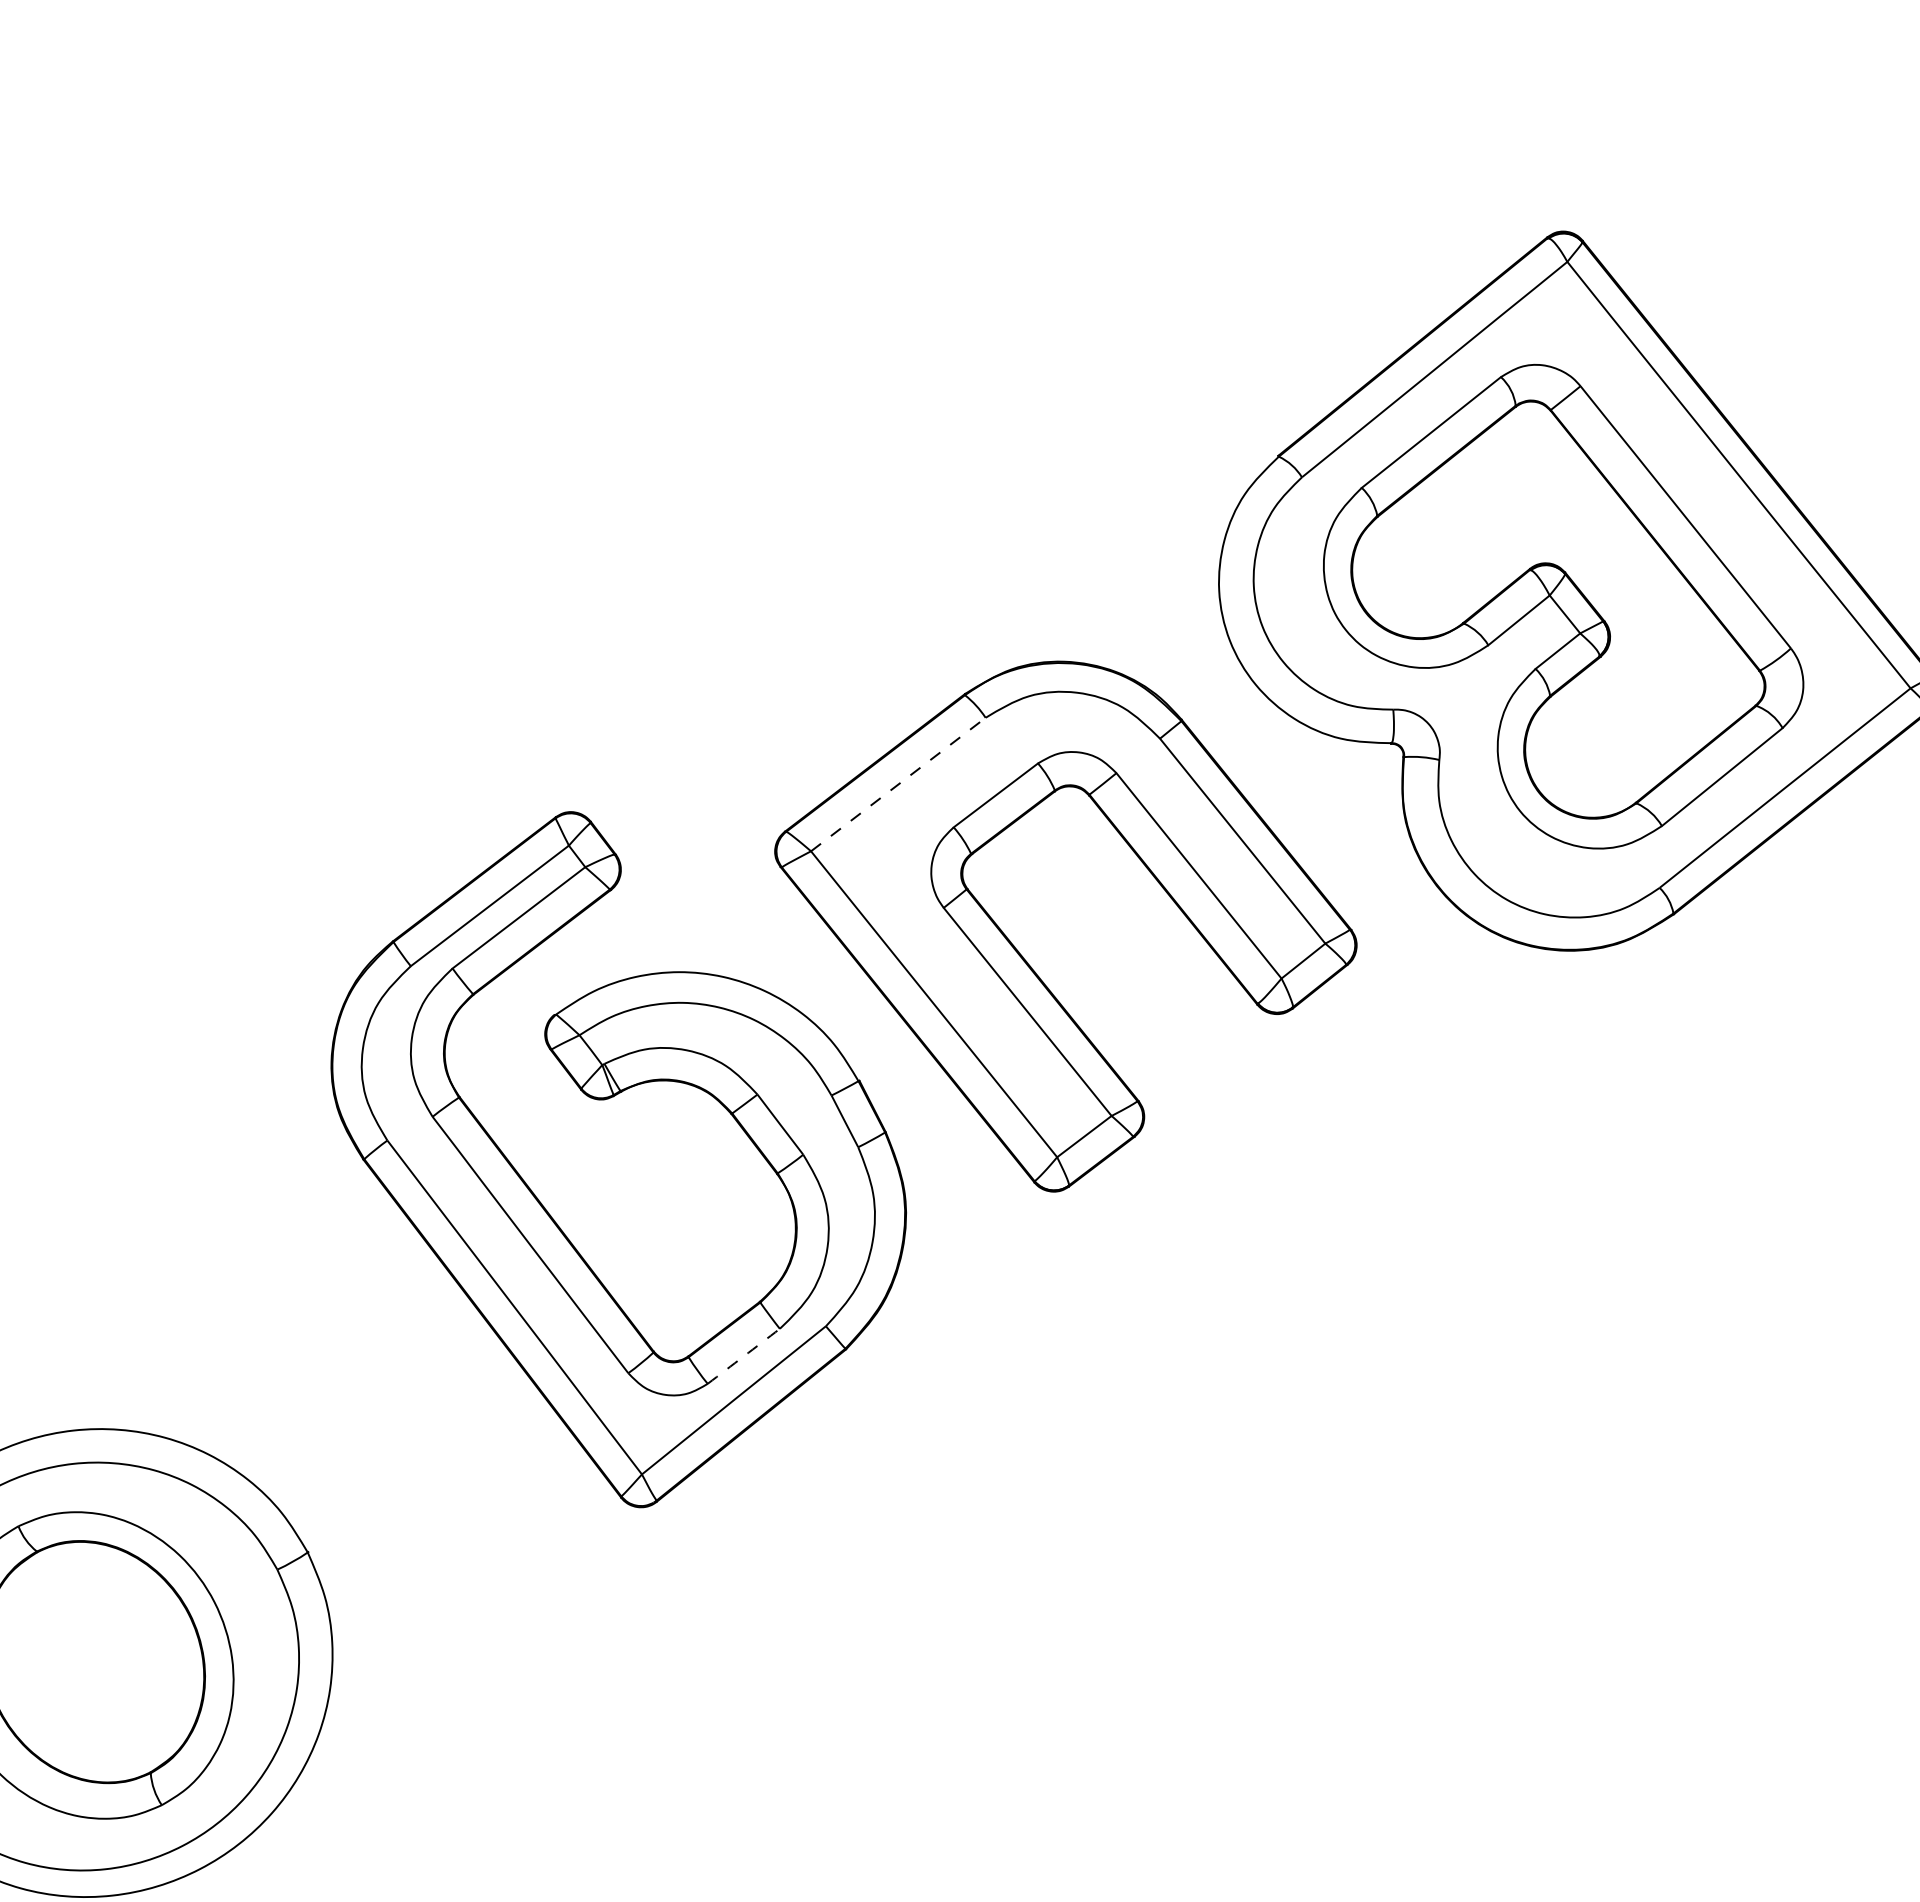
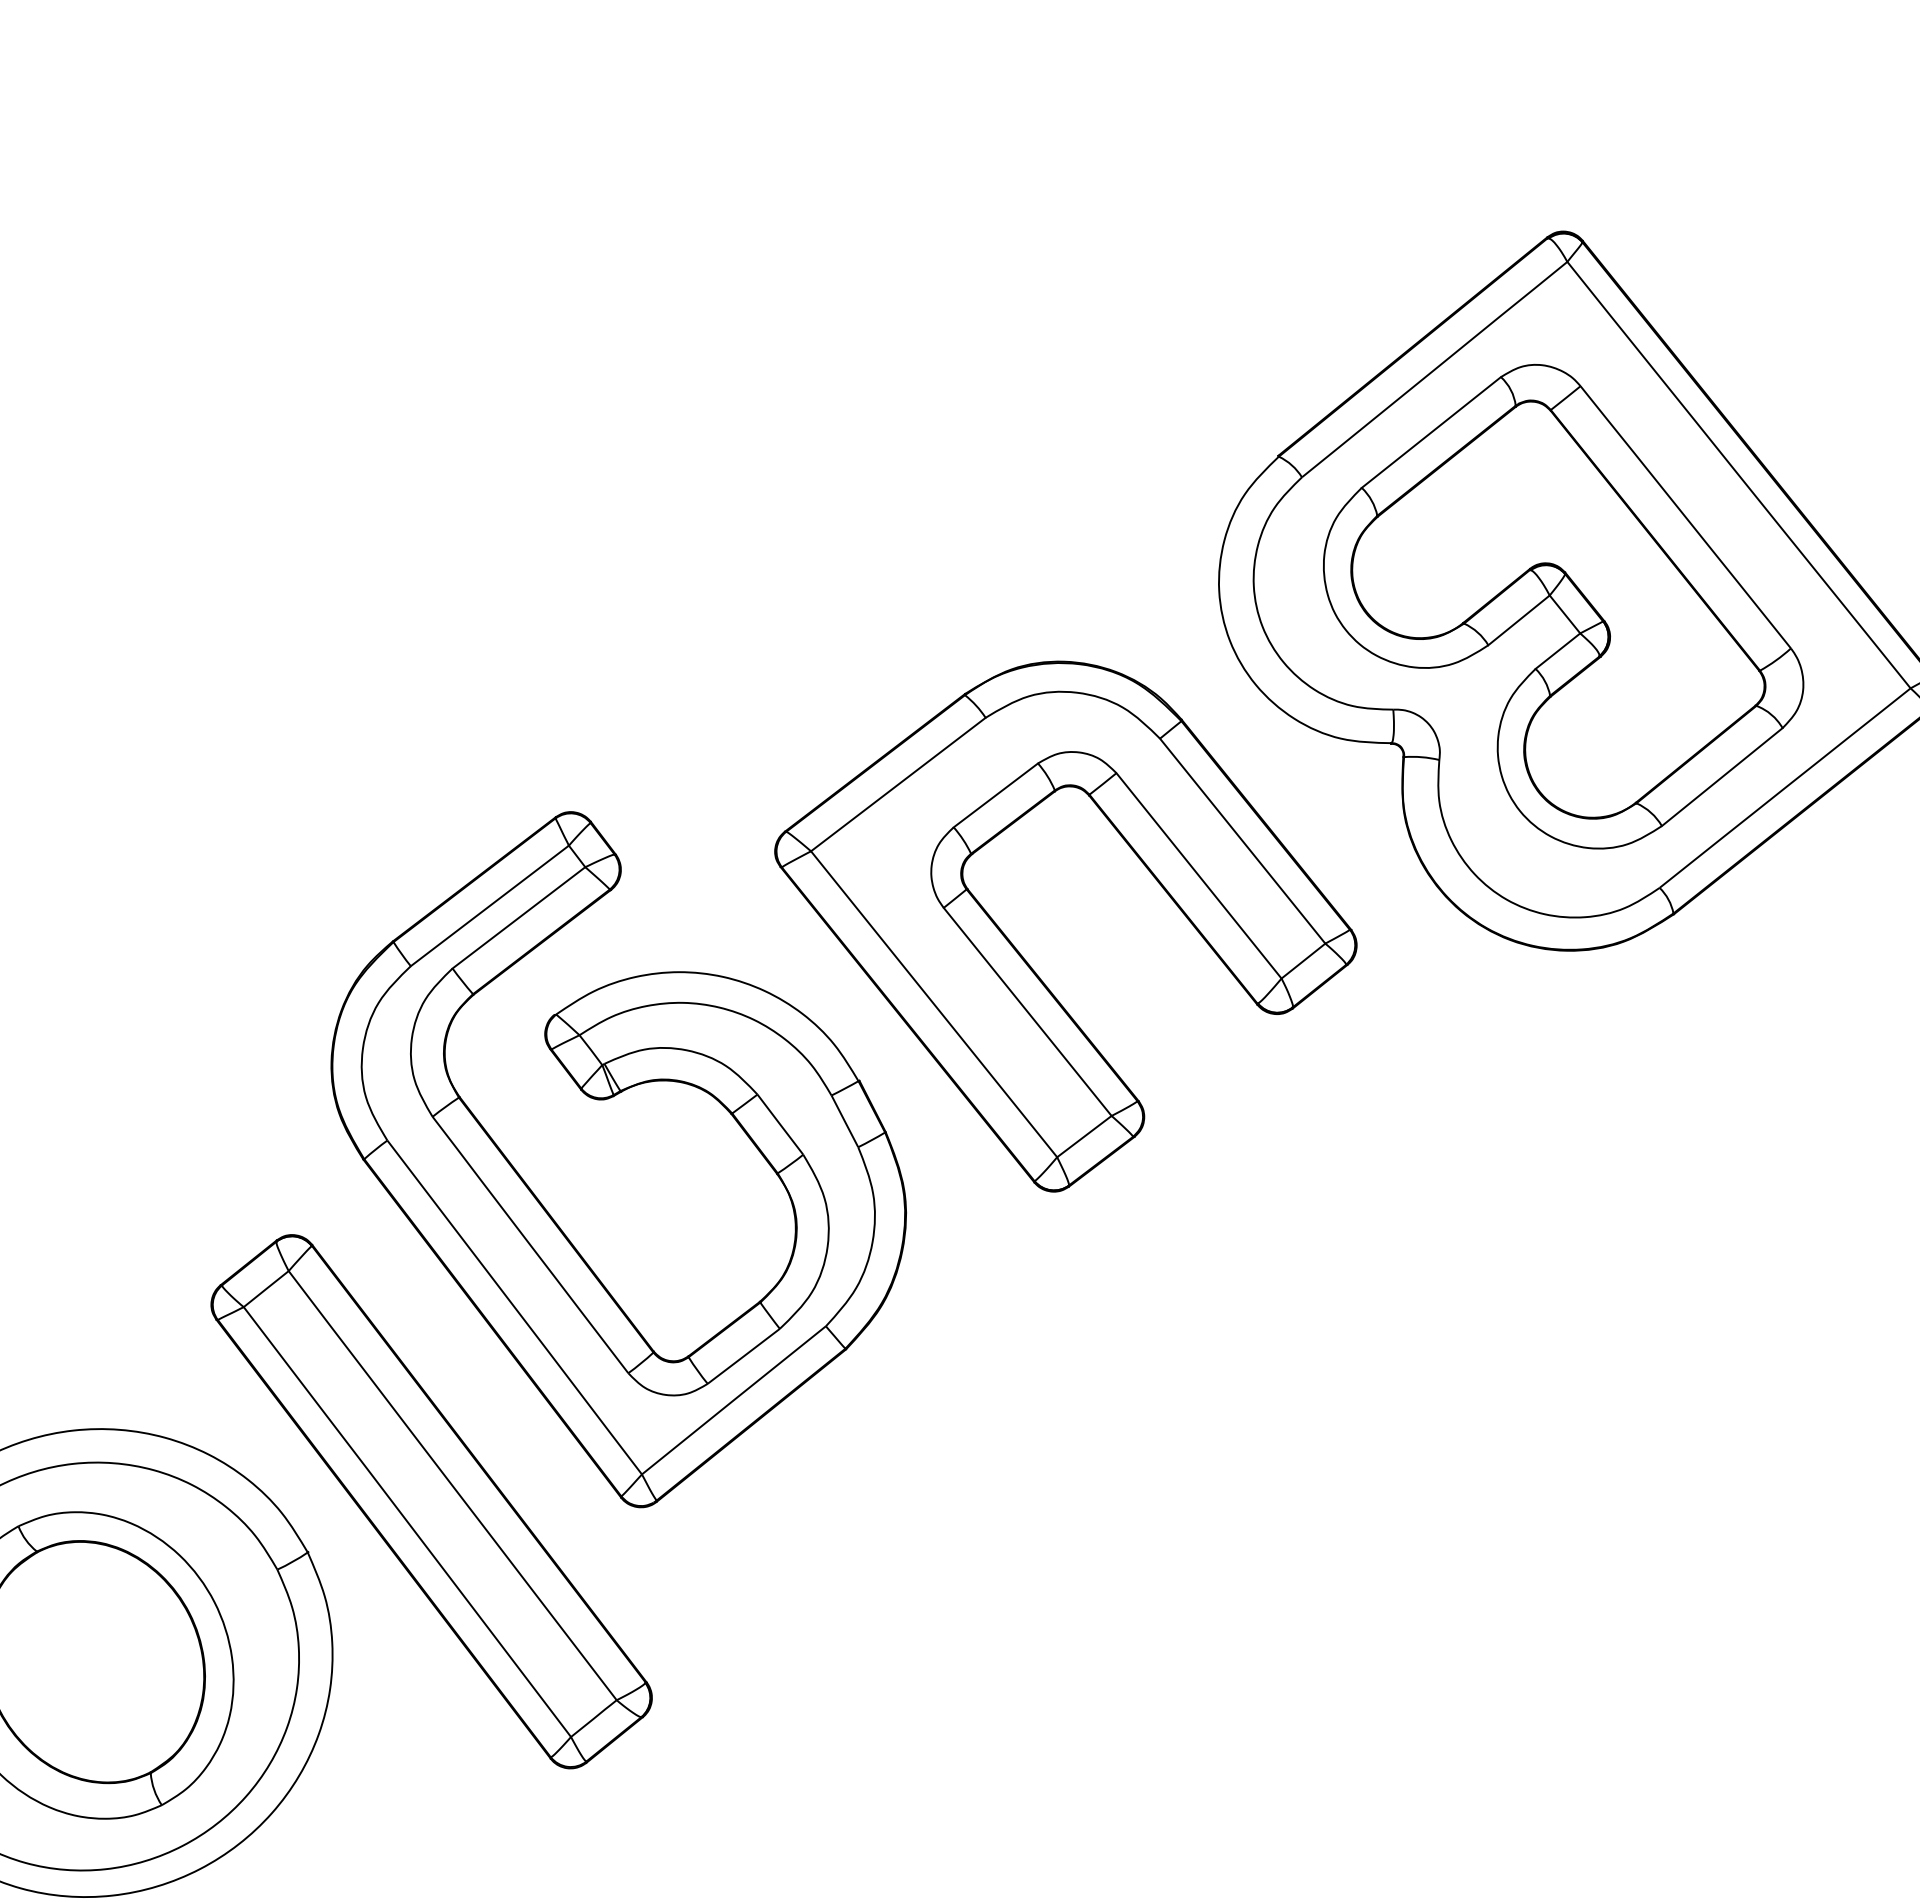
line at (898, 784): dashed -> solid
arc at (743, 1356): dashed -> solid
part at (431, 1501): none -> present
